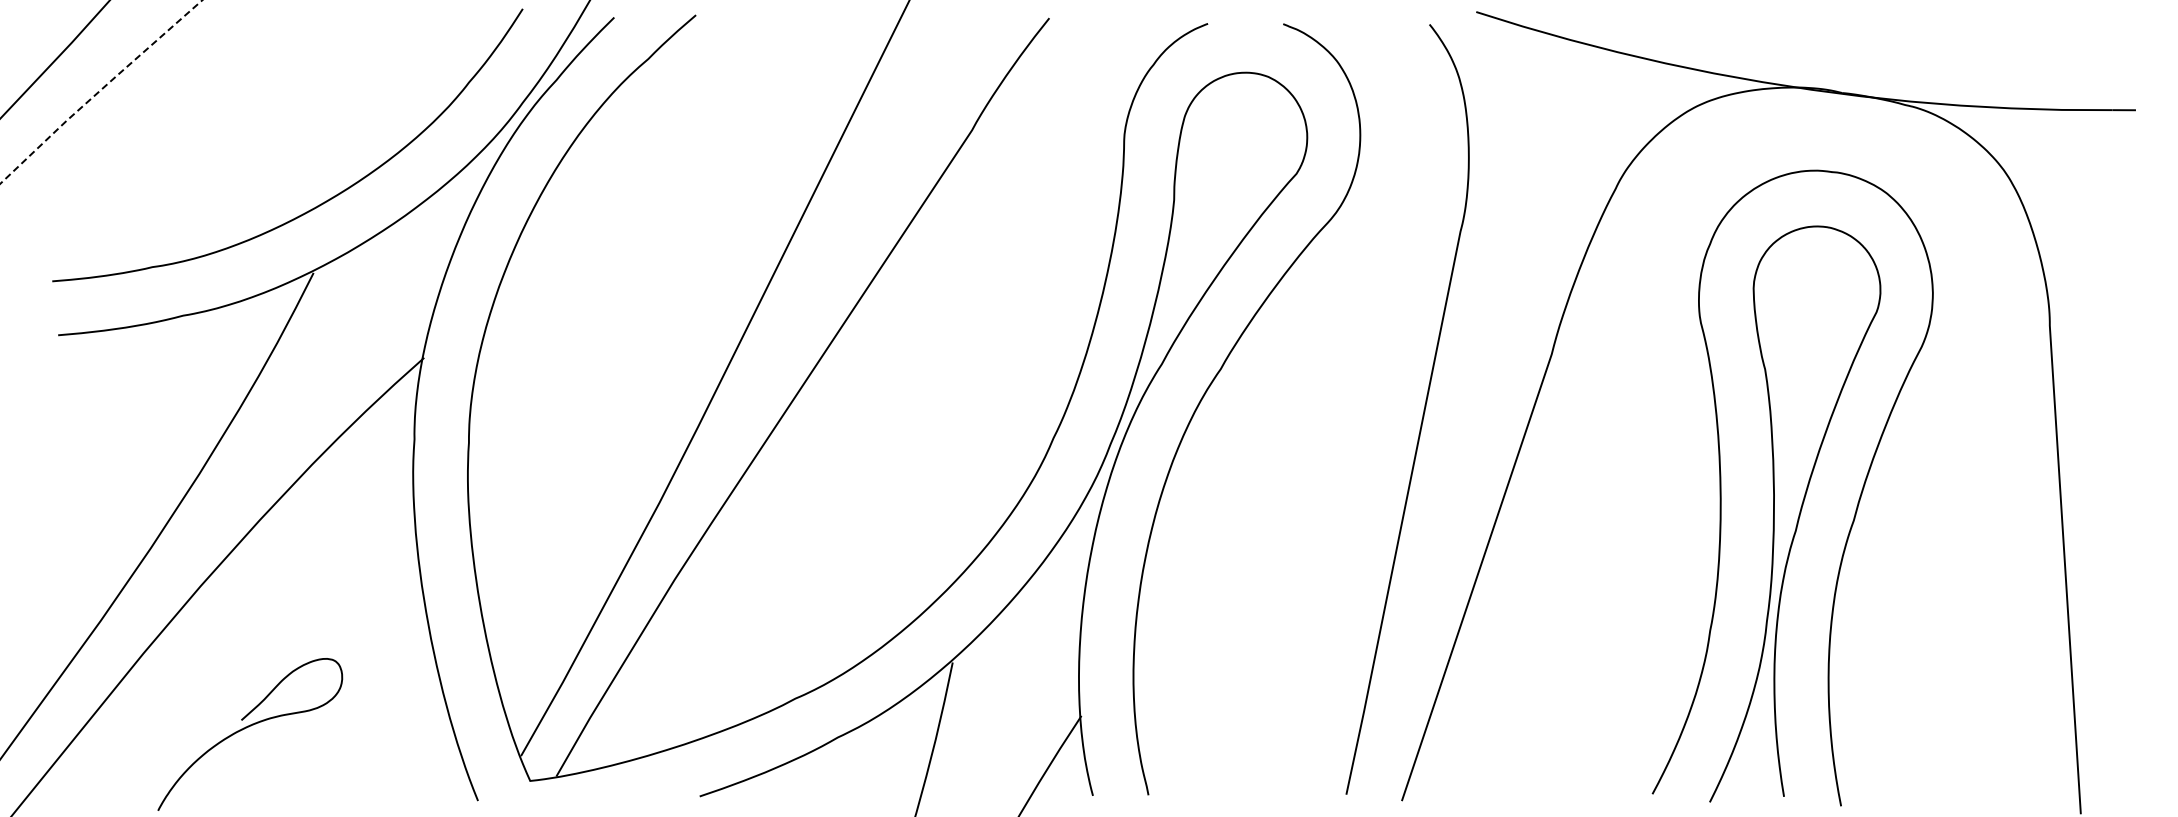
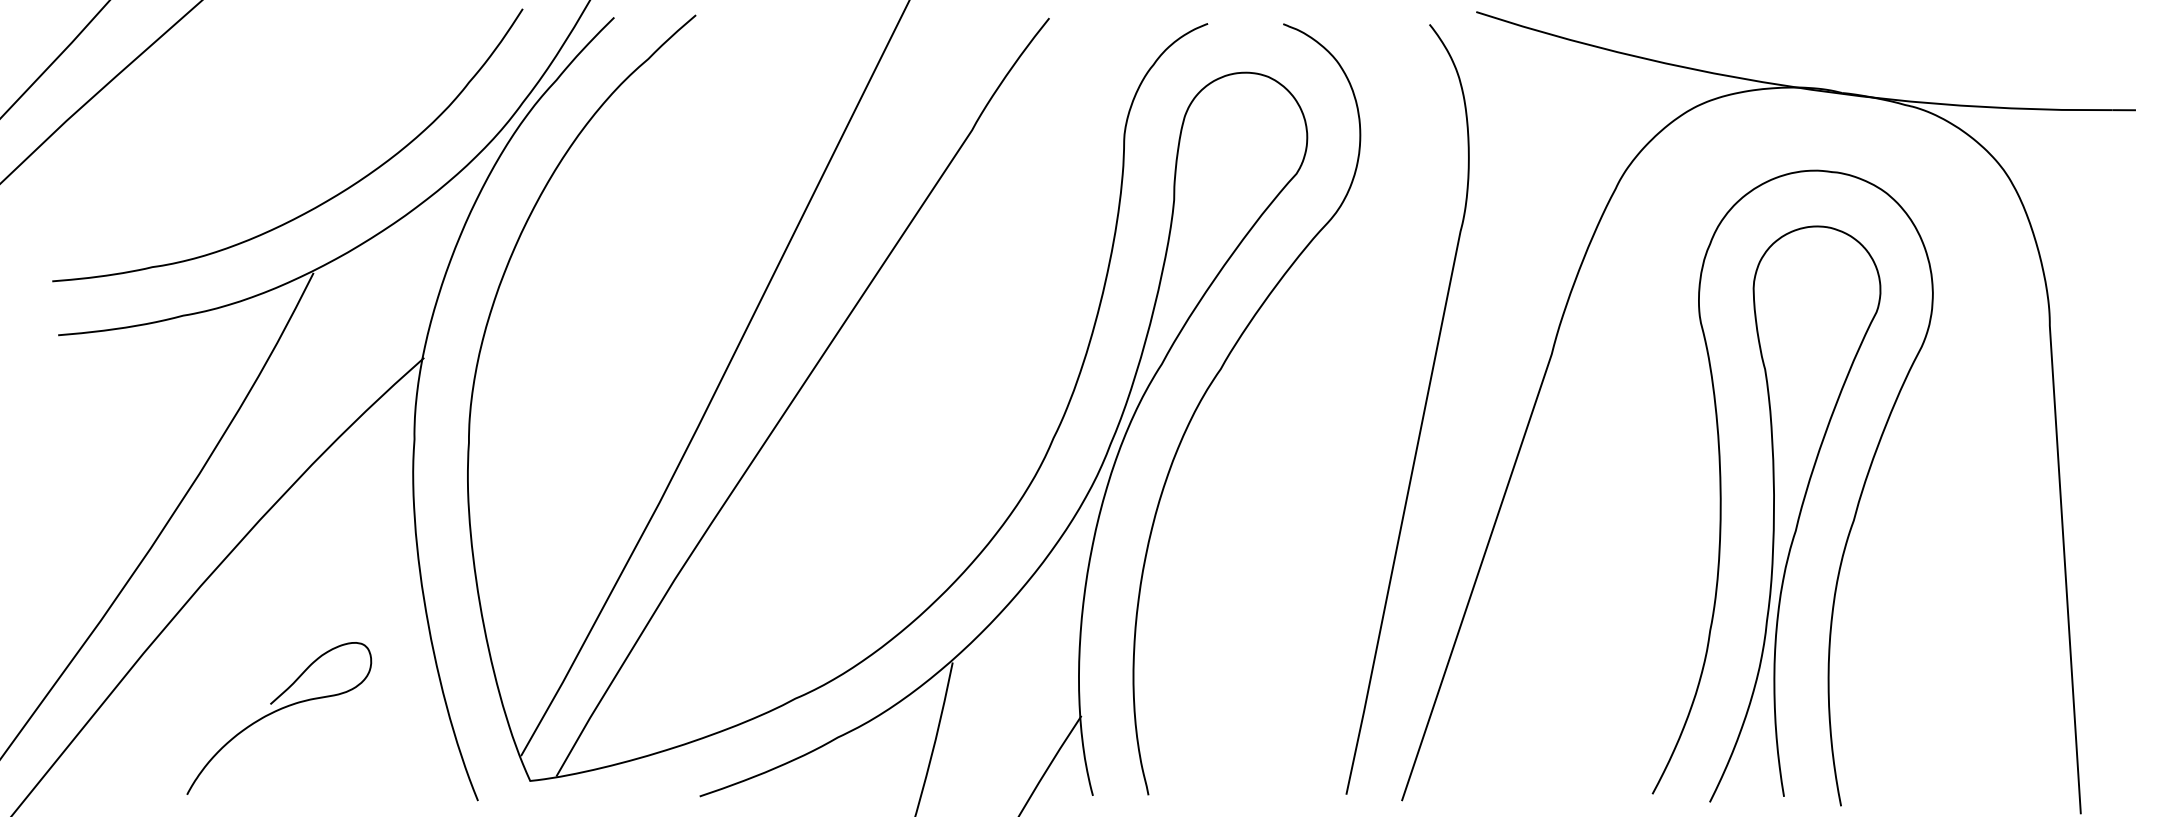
line at (99, 91): dashed -> solid
curve at (246, 728) position: (246, 728) -> (275, 712)
